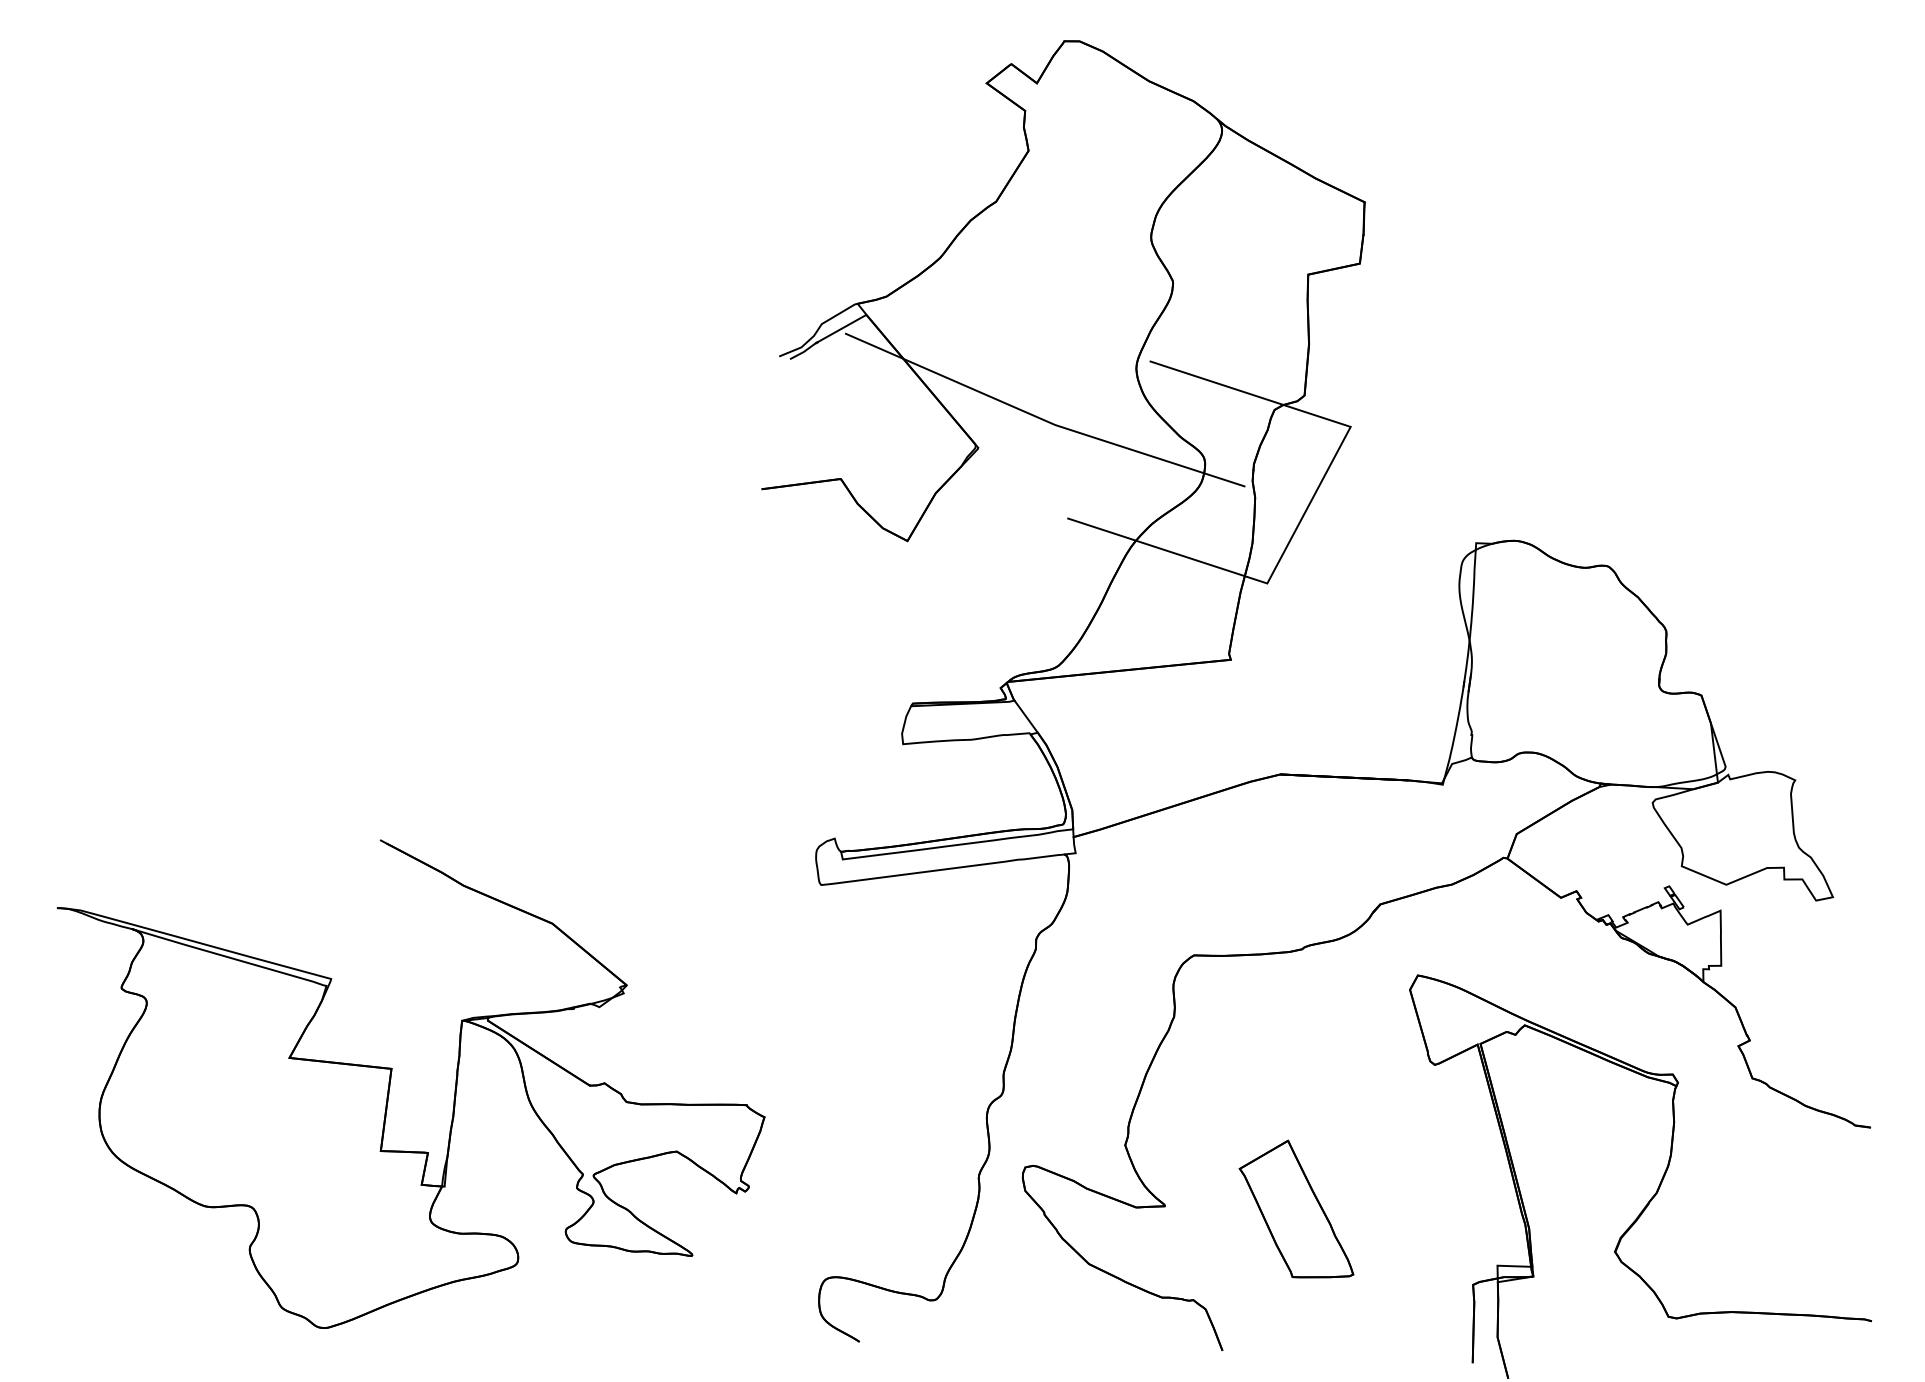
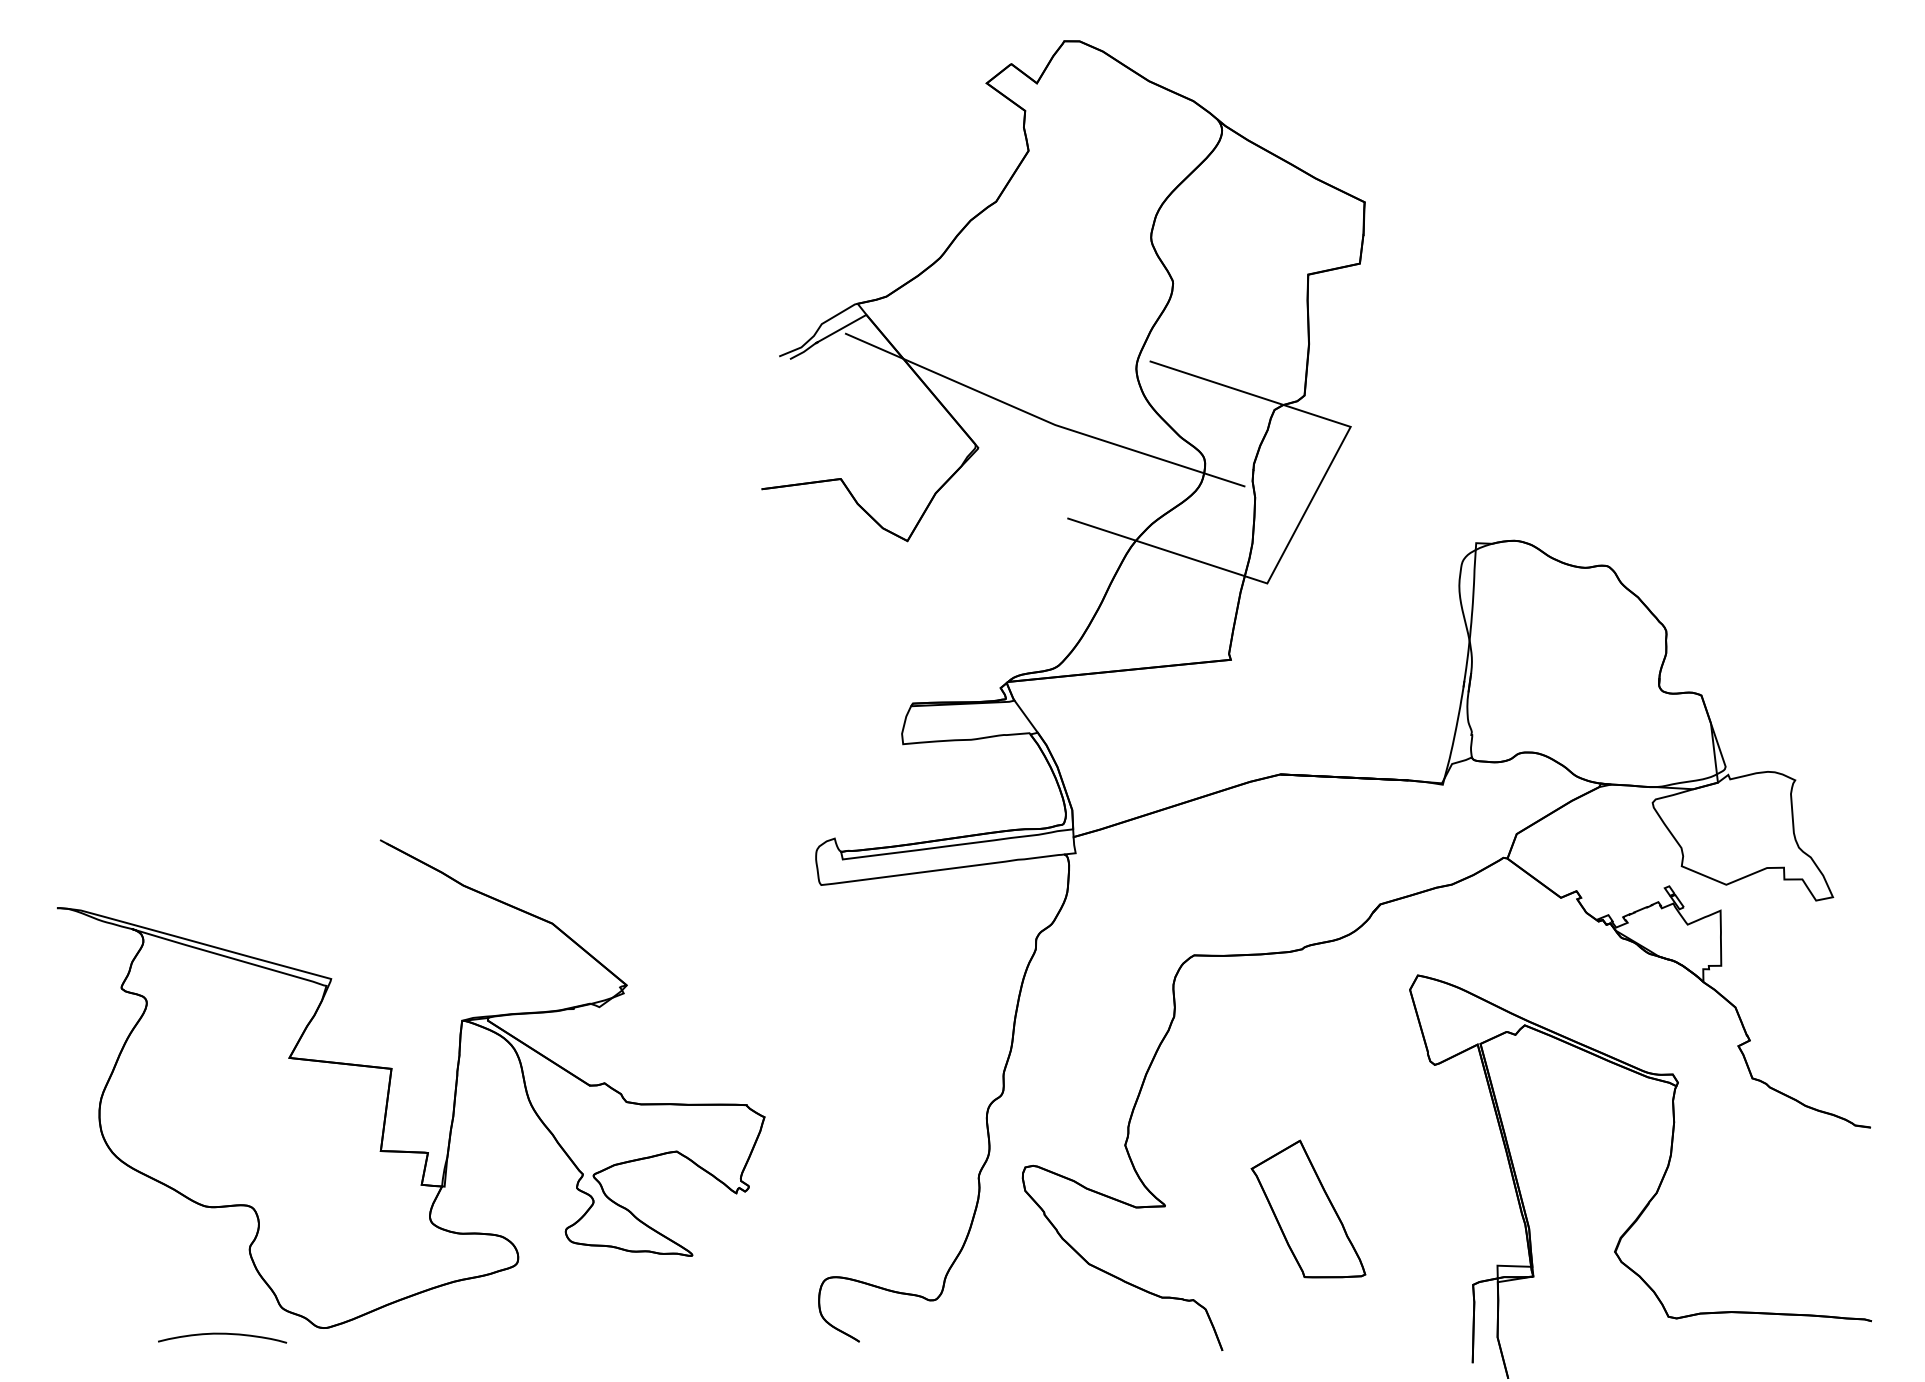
part at (1296, 1208) position: (1296, 1208) -> (1308, 1208)
curve at (222, 1334): none -> present
